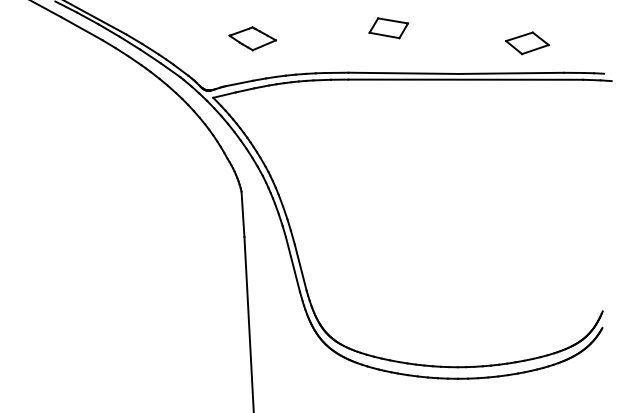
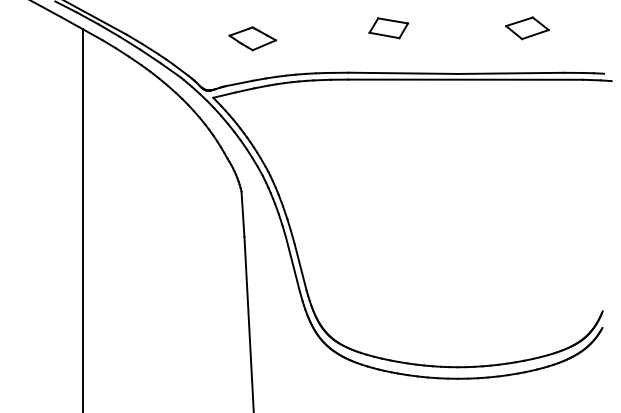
part at (527, 43) position: (527, 43) -> (527, 28)
line at (82, 219): none -> present
